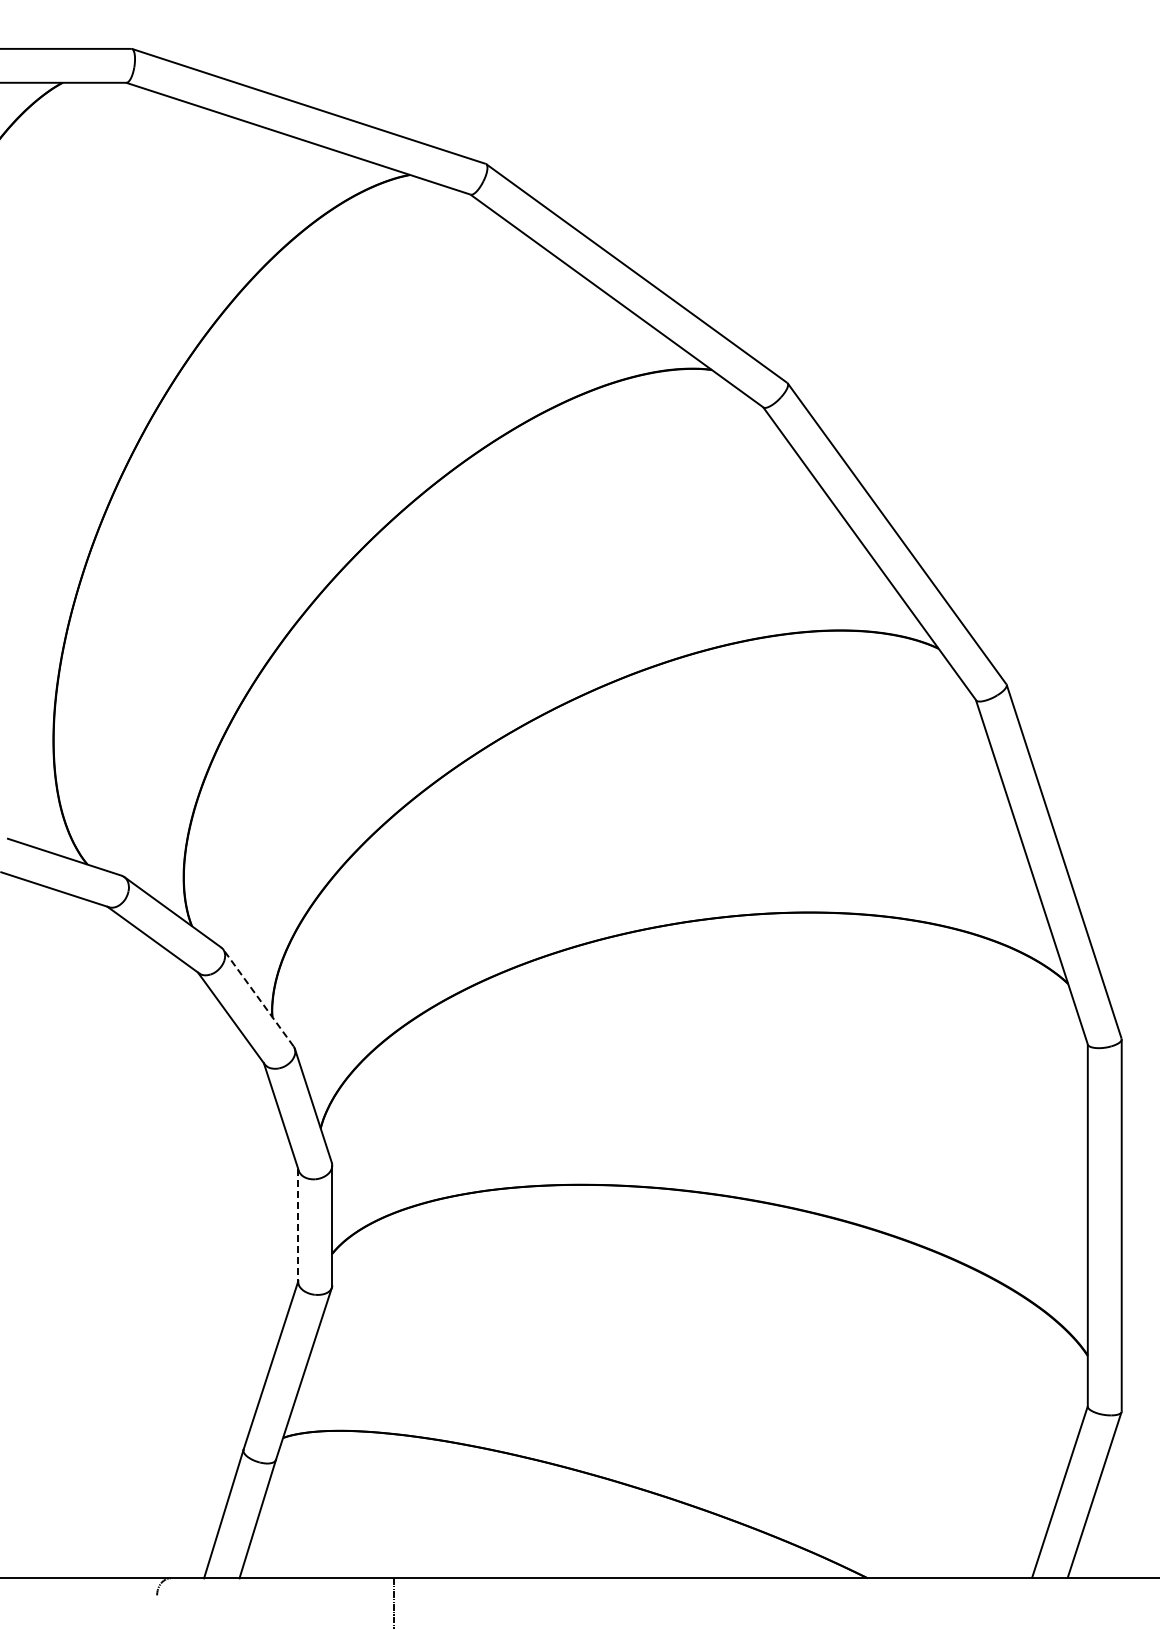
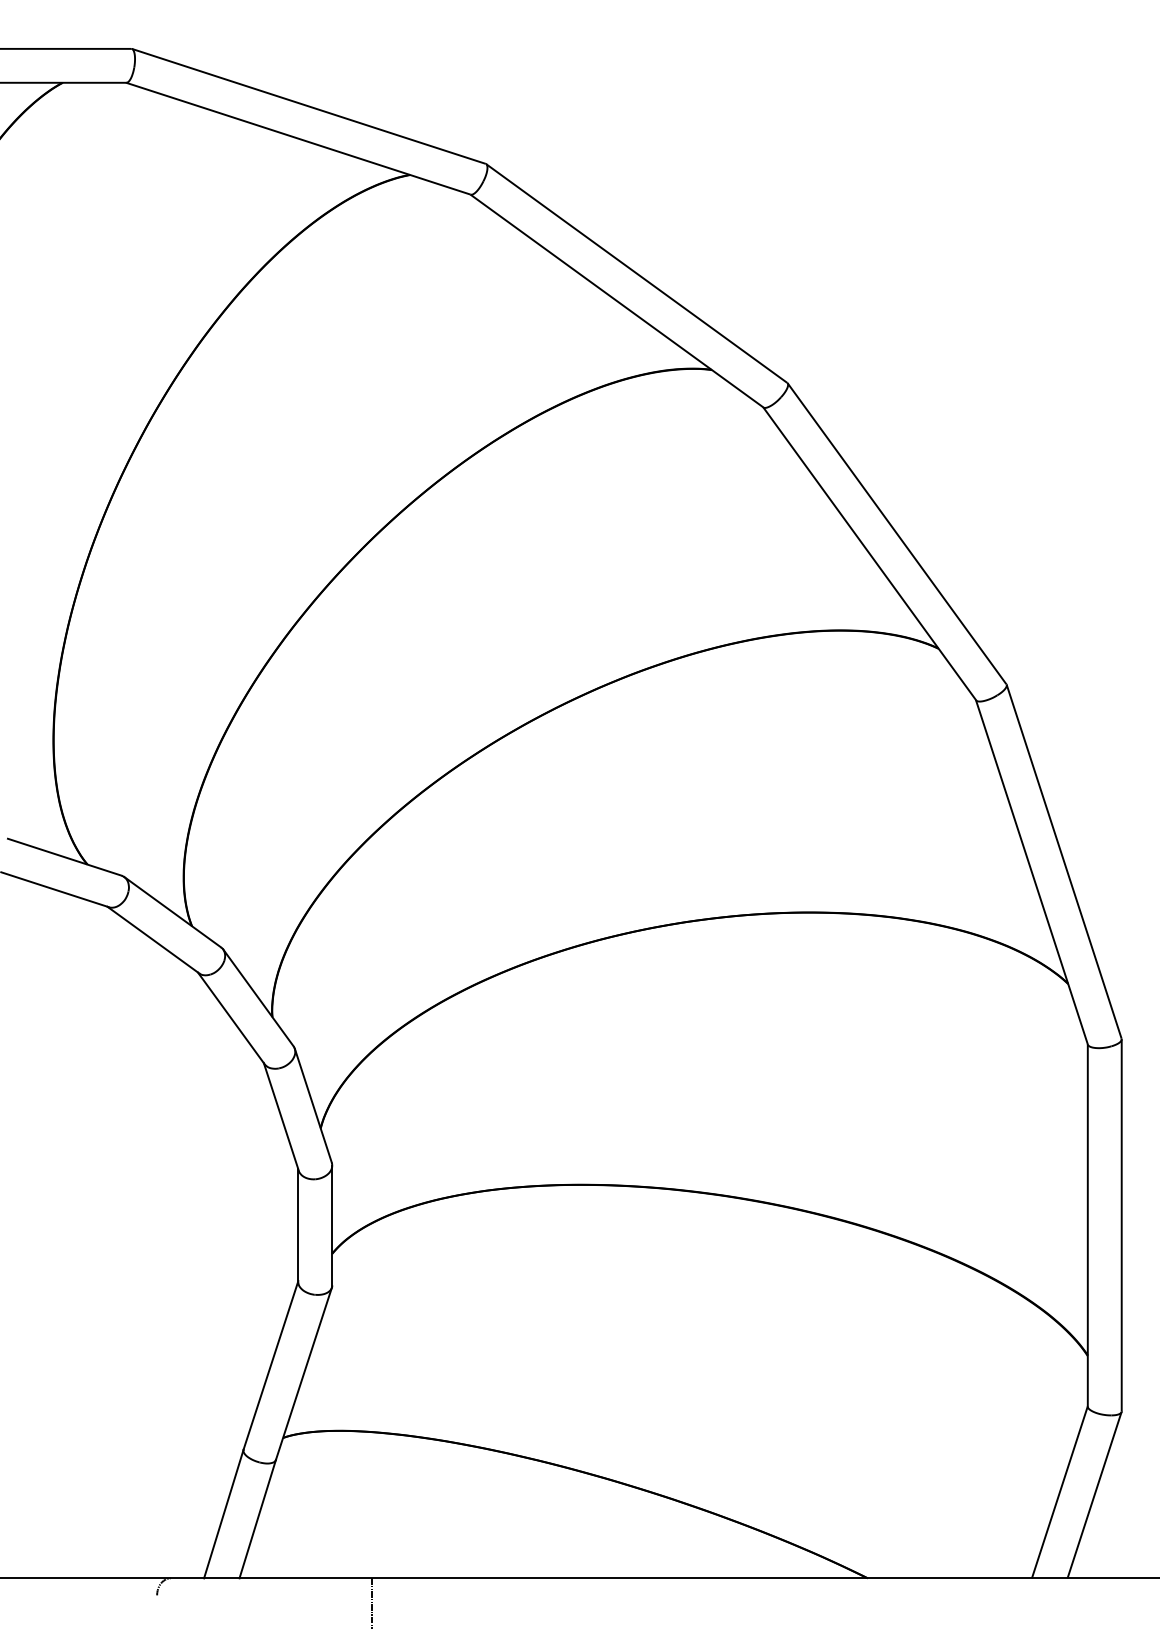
line at (258, 997): dashed -> solid
line at (298, 1226): dashed -> solid
line at (394, 1602) position: (394, 1602) -> (372, 1602)
